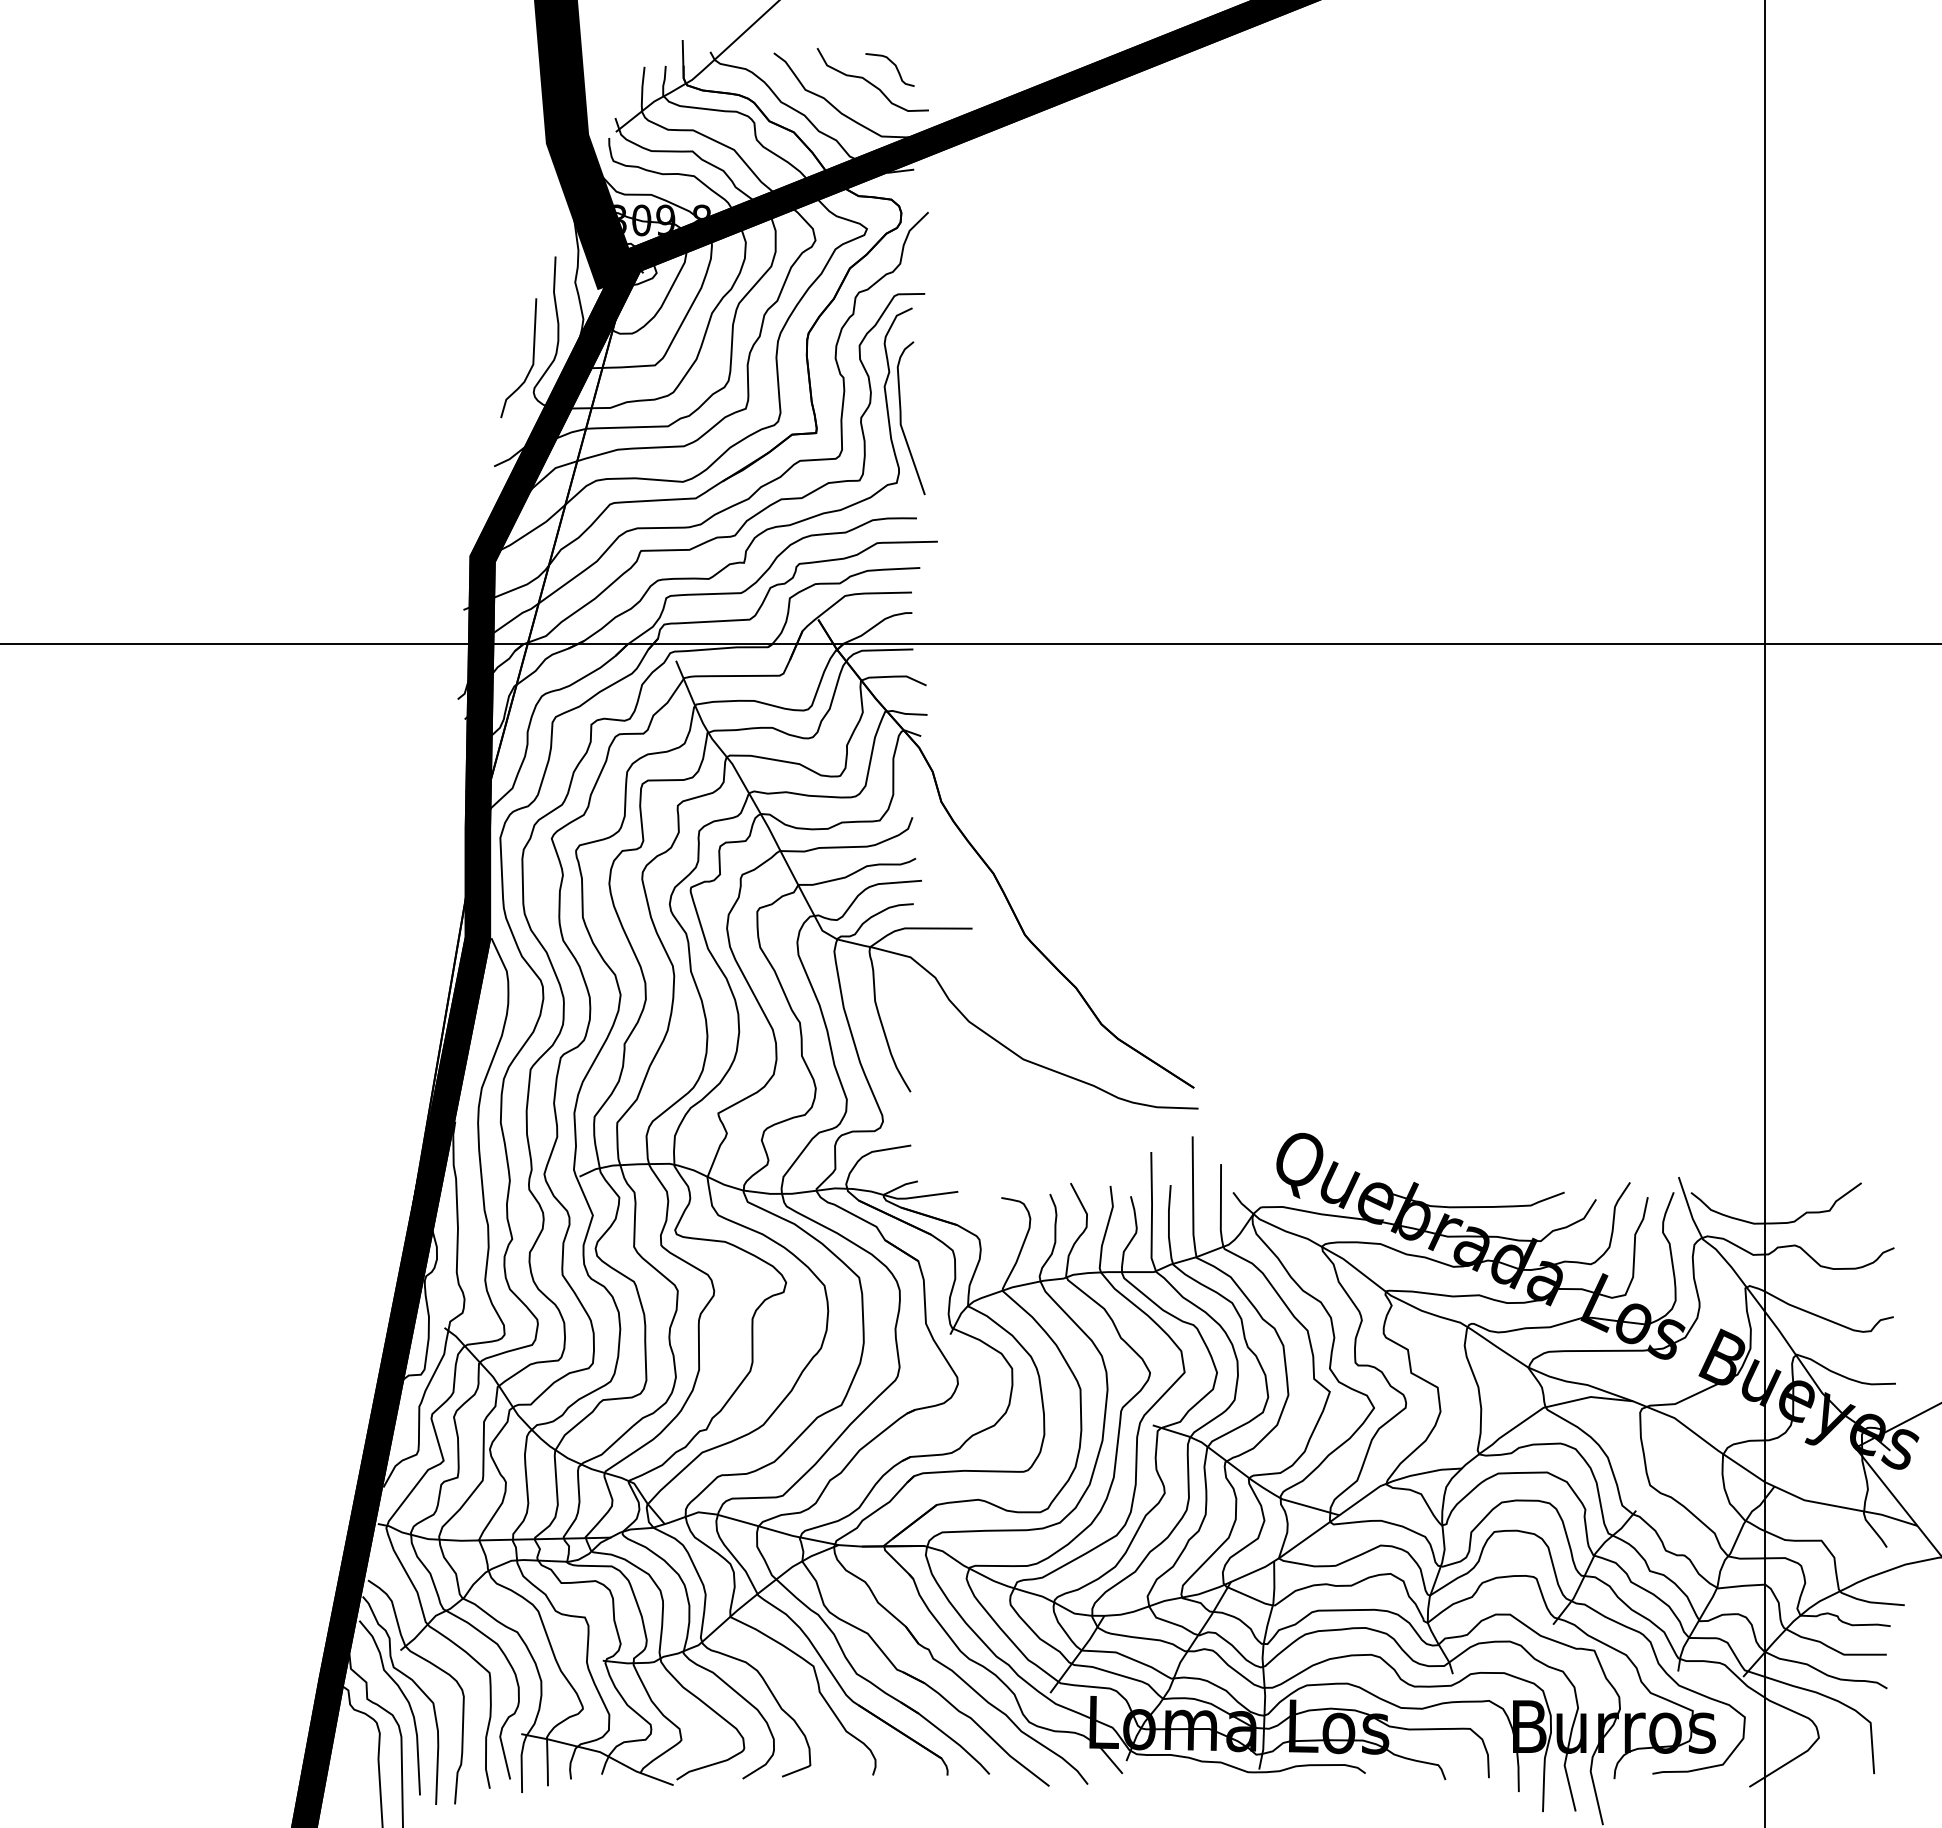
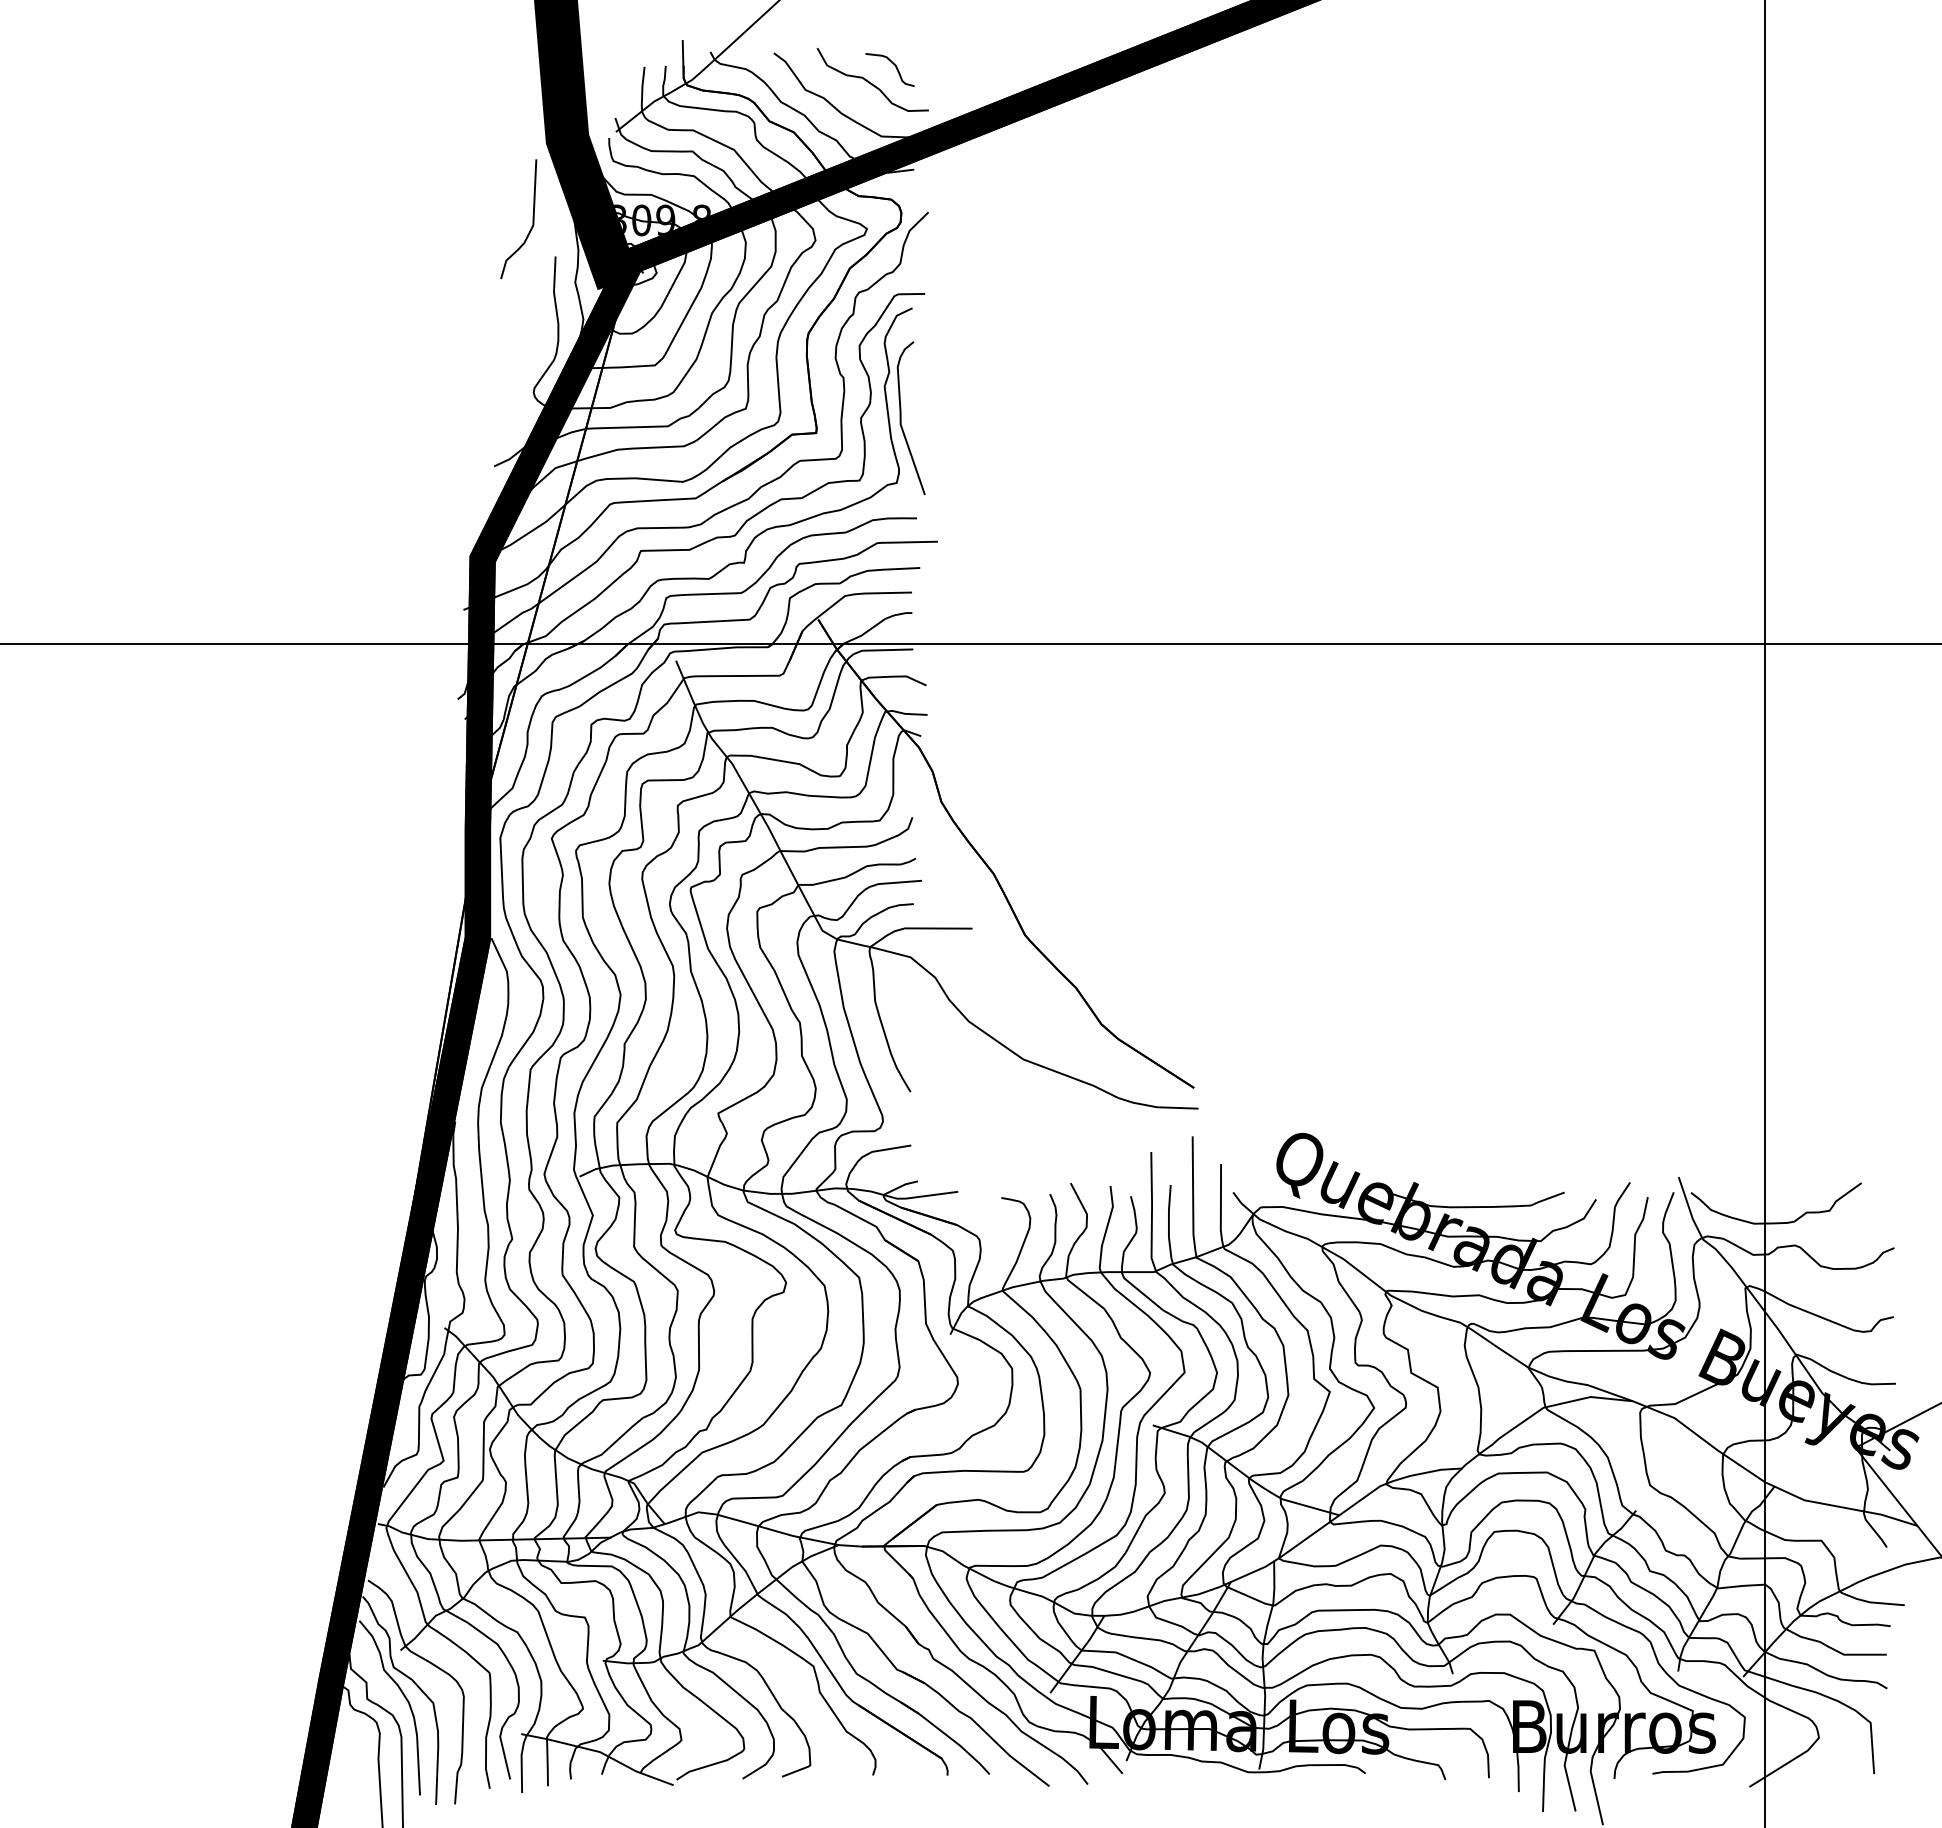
curve at (532, 358) position: (532, 358) -> (532, 219)
